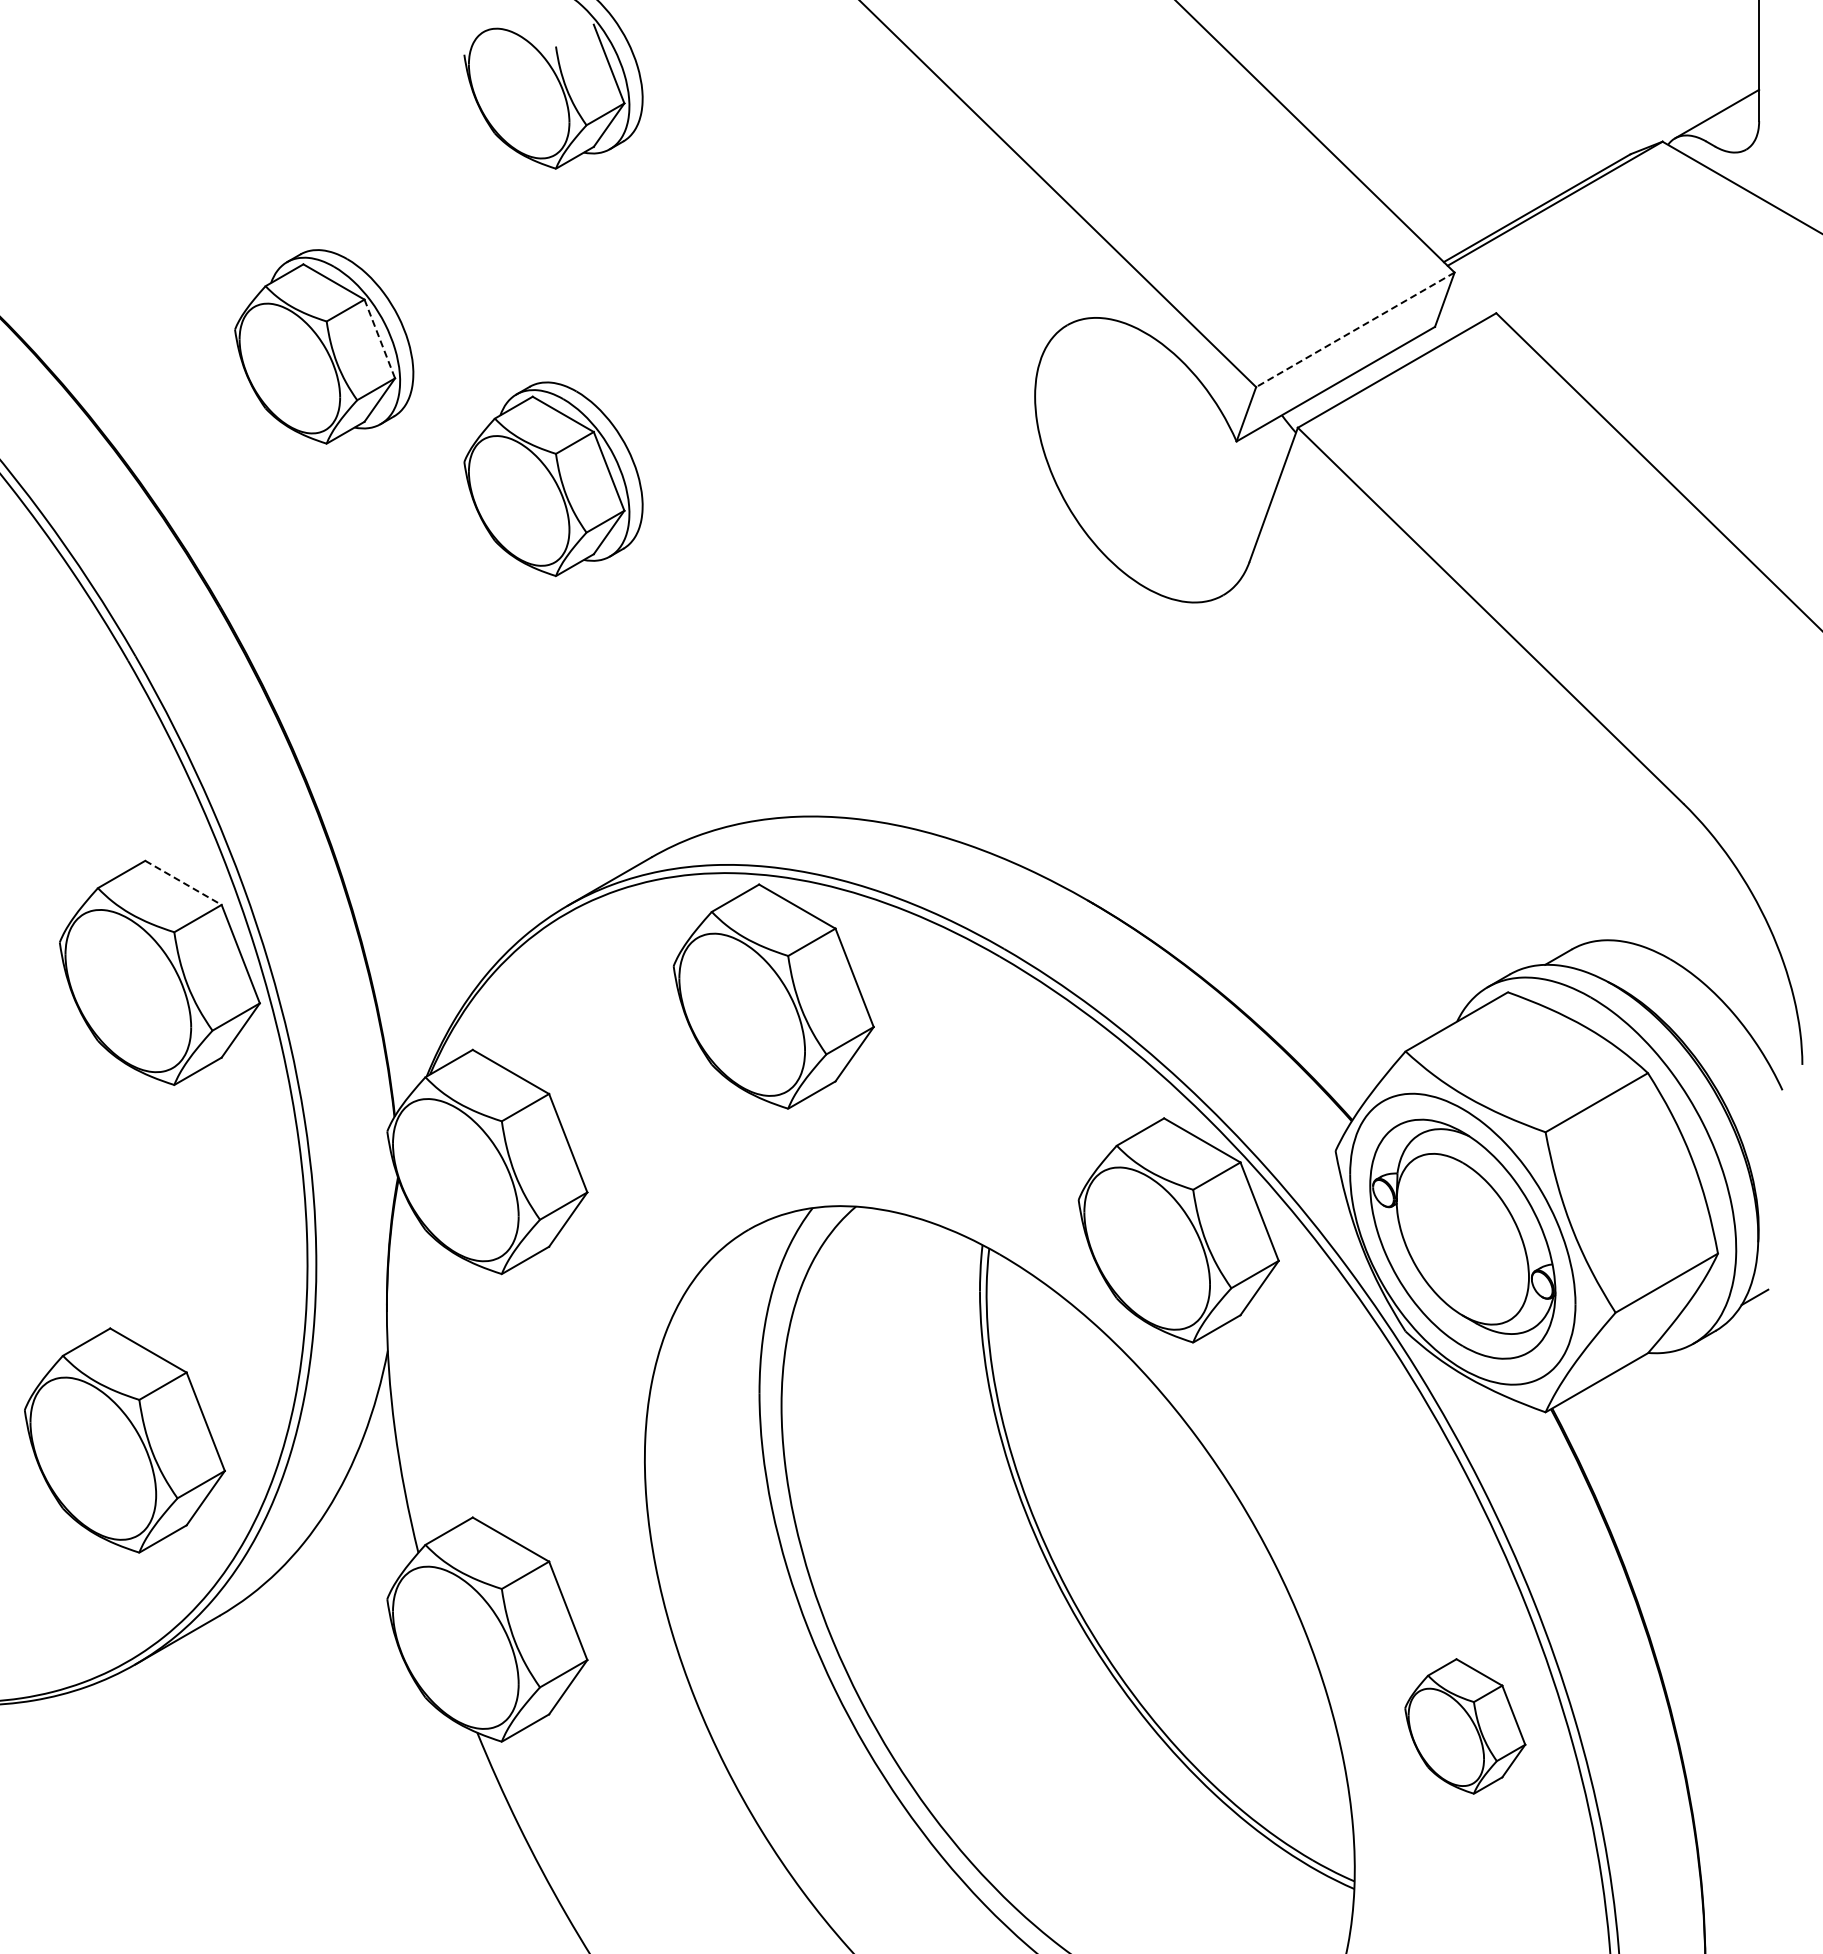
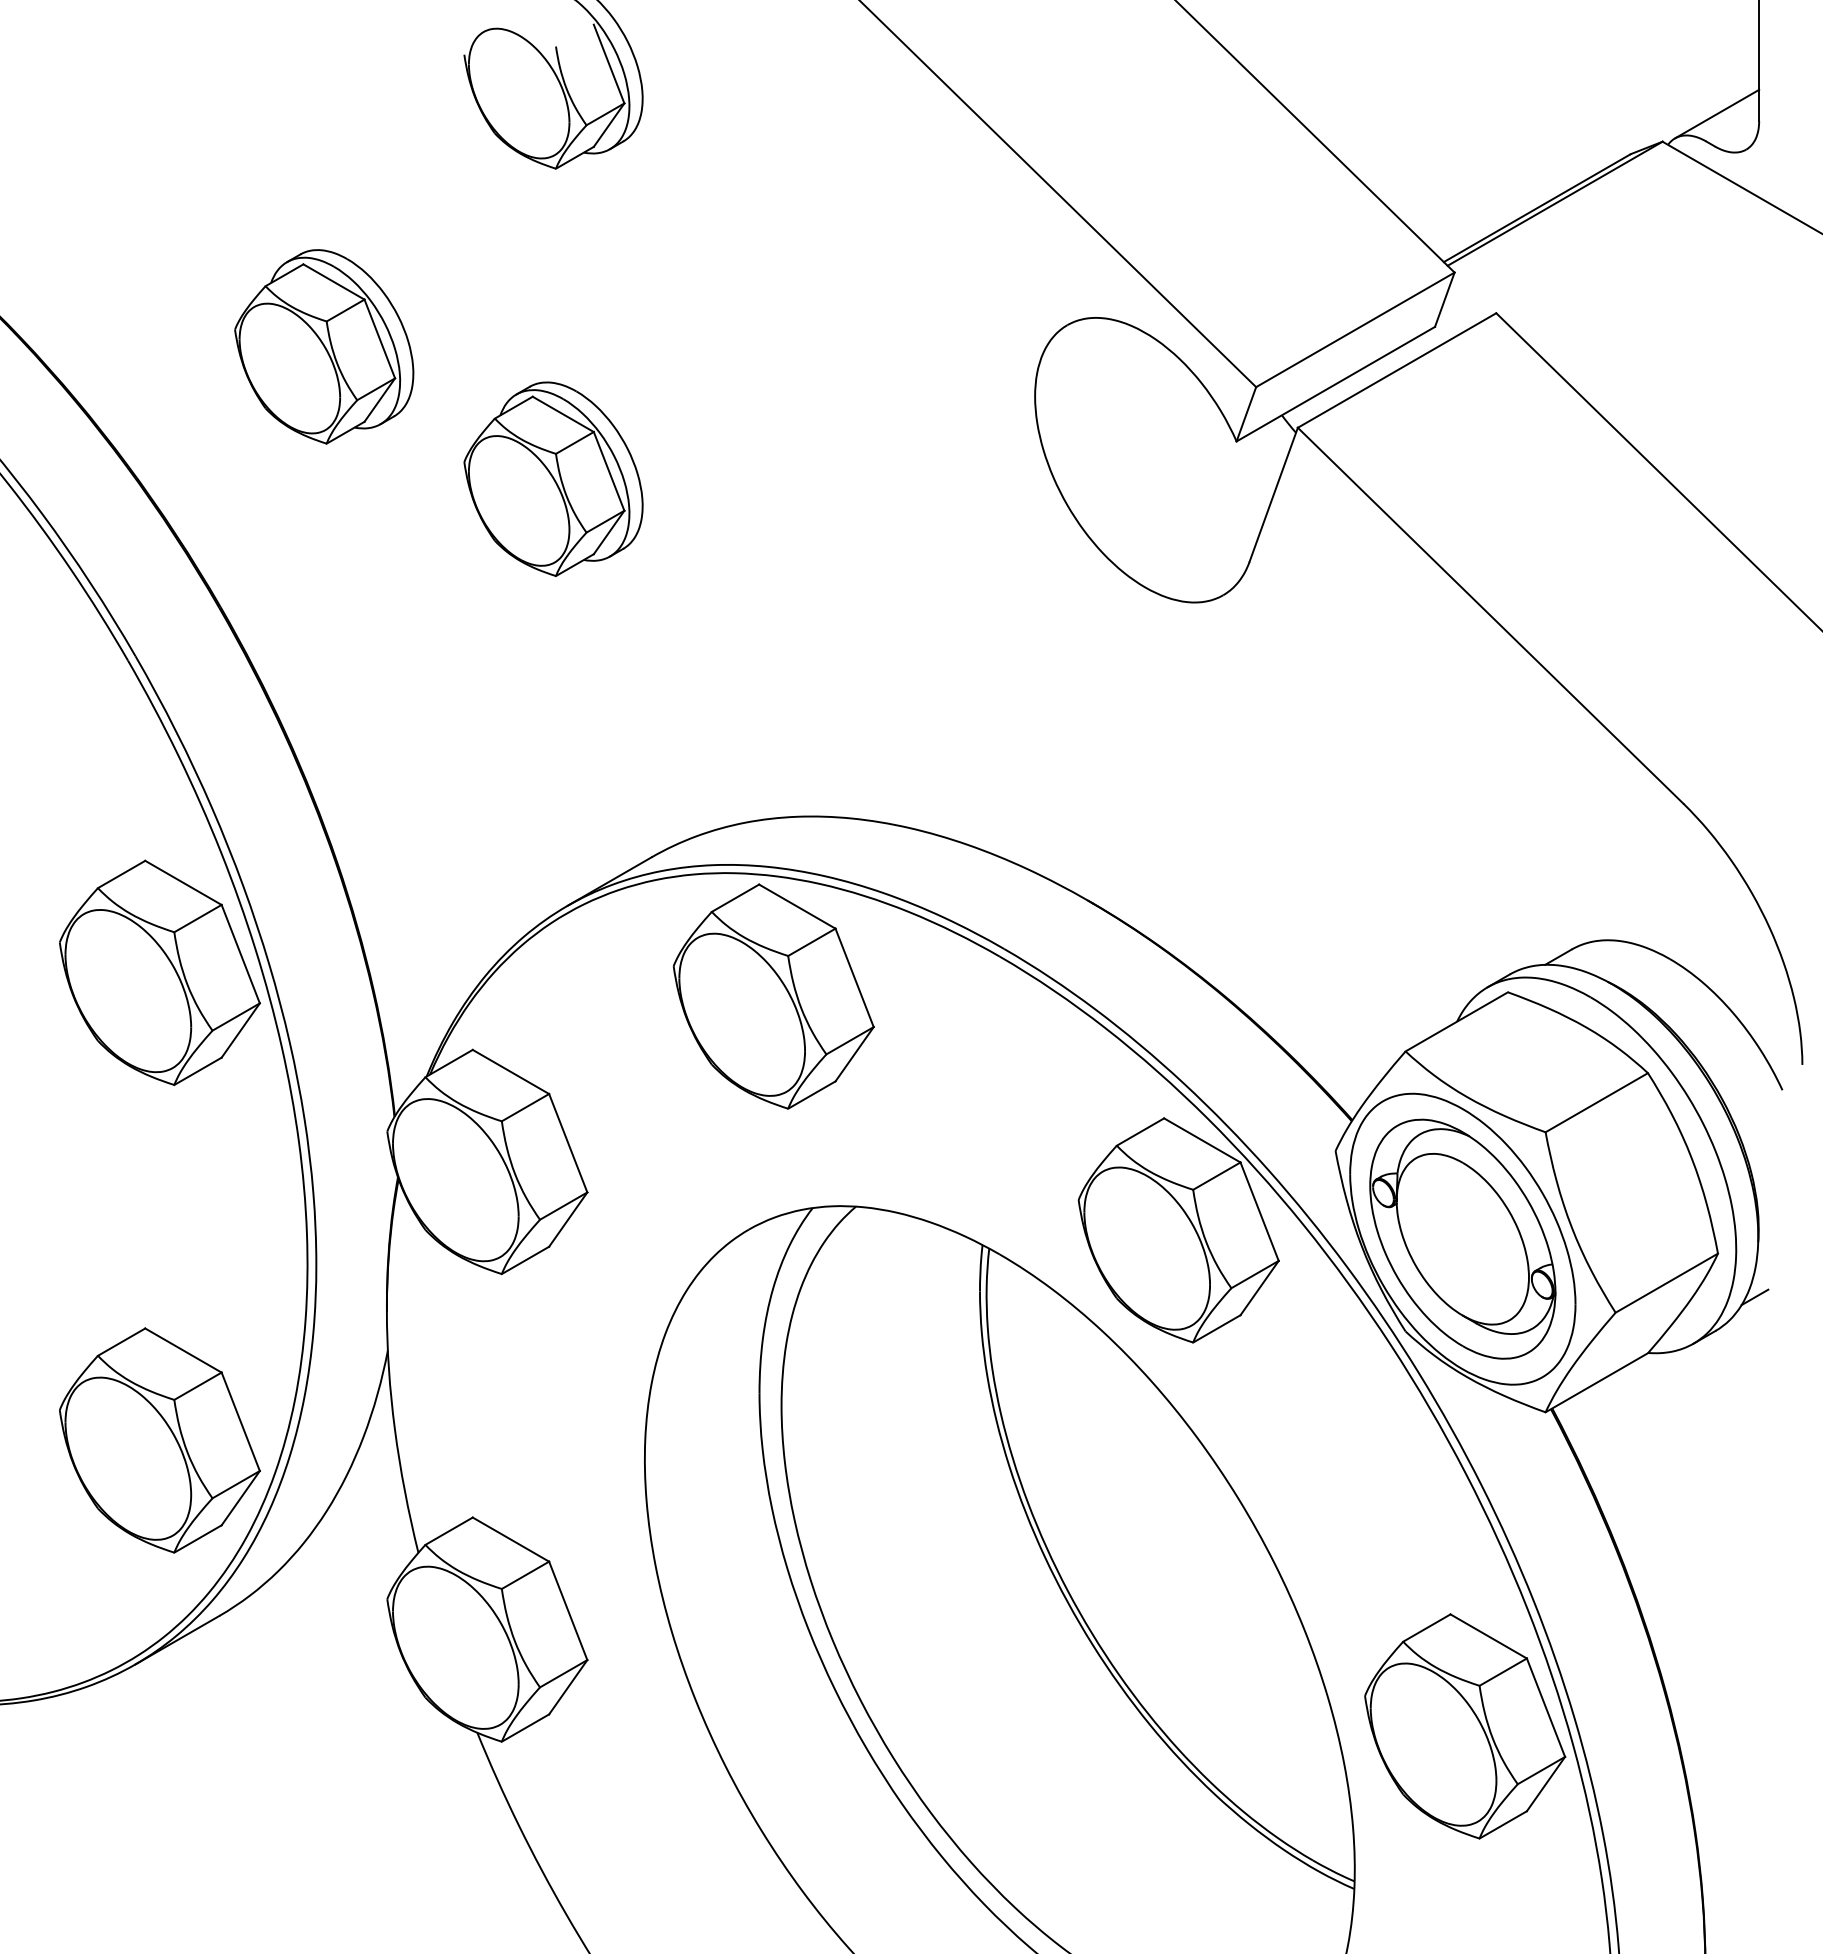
line at (1355, 329): dashed -> solid
line at (379, 339): dashed -> solid
line at (183, 883): dashed -> solid
part at (124, 1440) position: (124, 1440) -> (159, 1440)
part at (1465, 1726) size: 123x137 px -> 203x227 px
